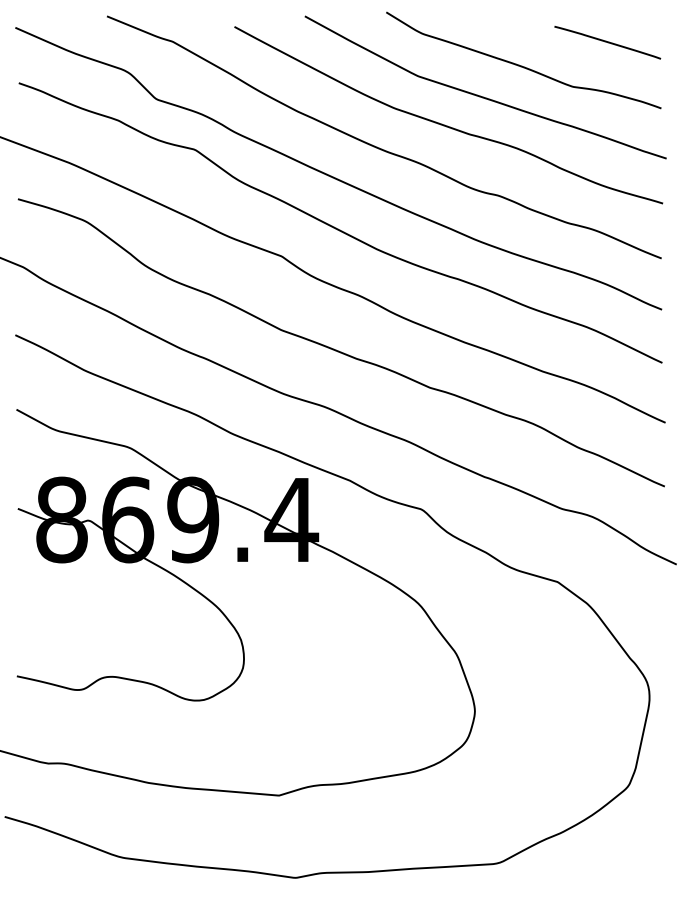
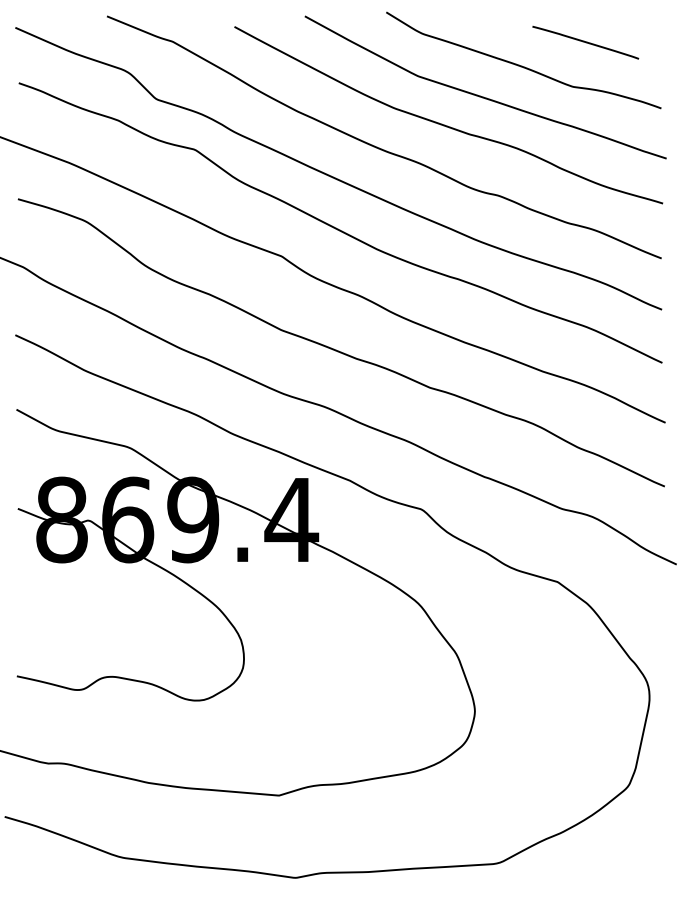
line at (607, 42) position: (607, 42) -> (585, 42)
